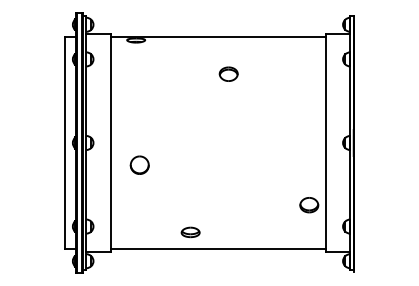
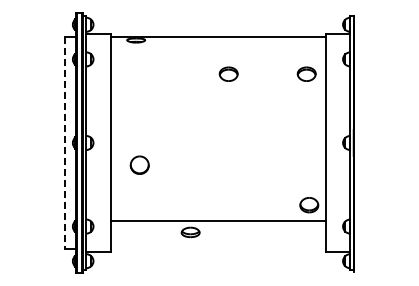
part at (306, 73): none -> present
line at (65, 143): solid -> dashed
line at (218, 248) position: (218, 248) -> (218, 220)
